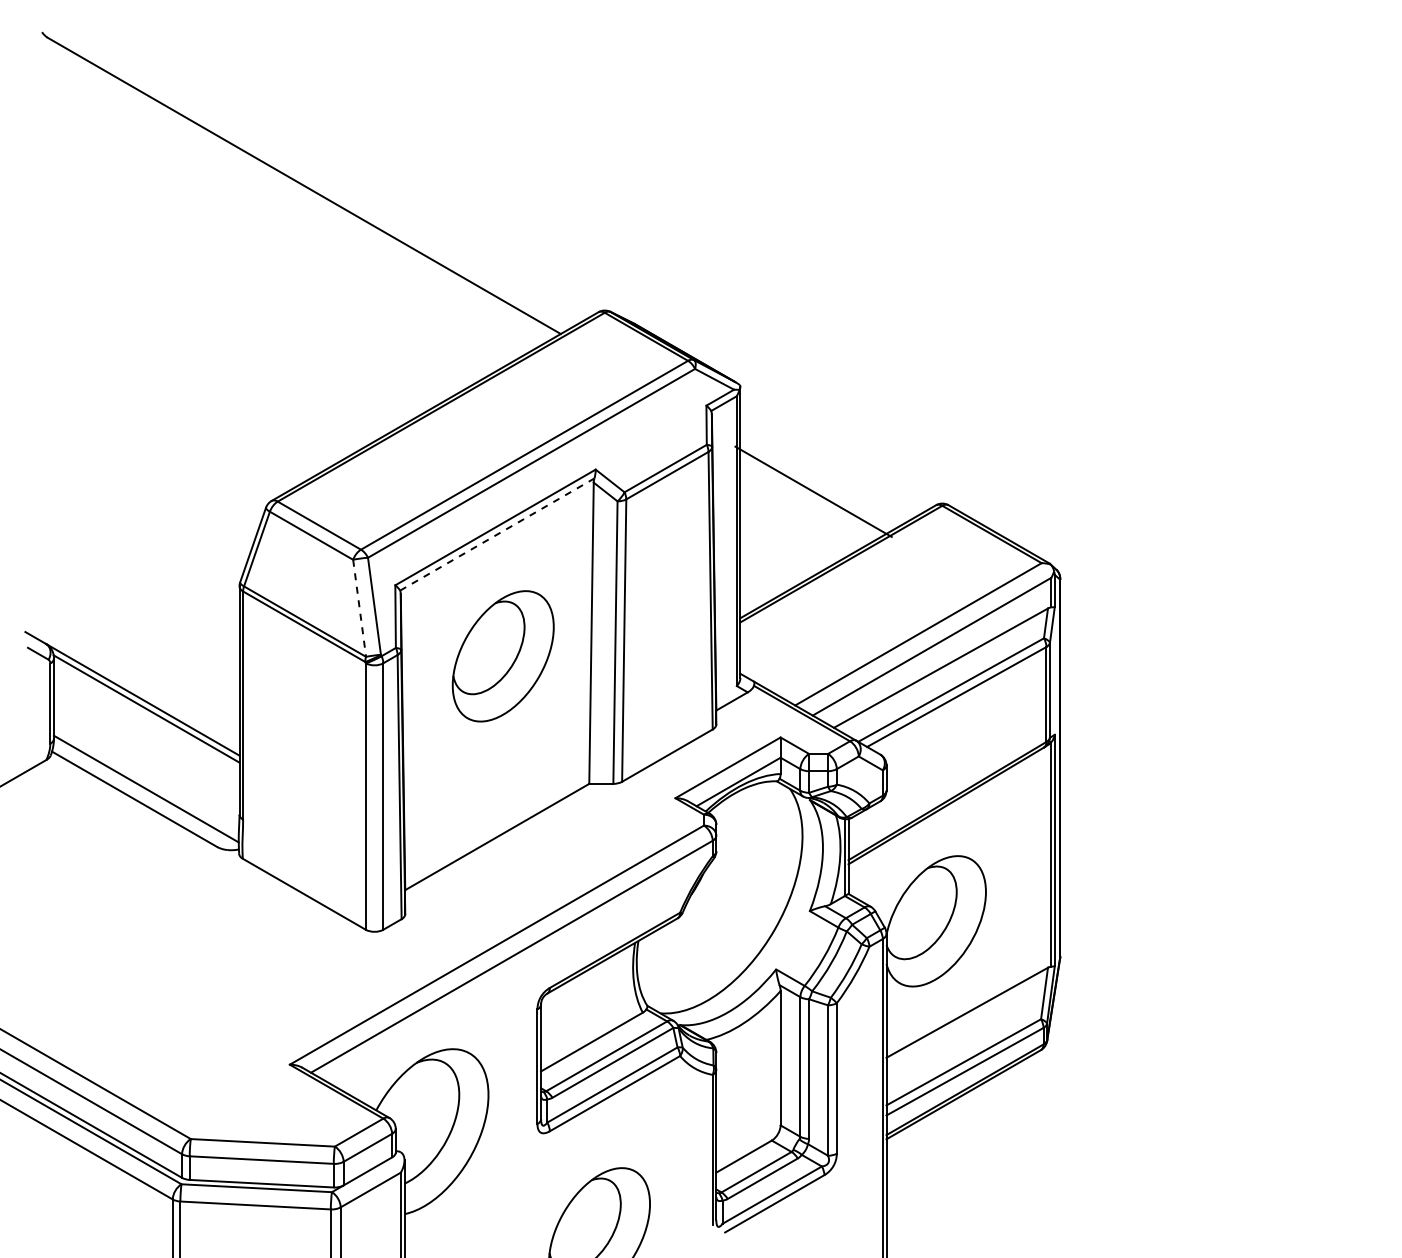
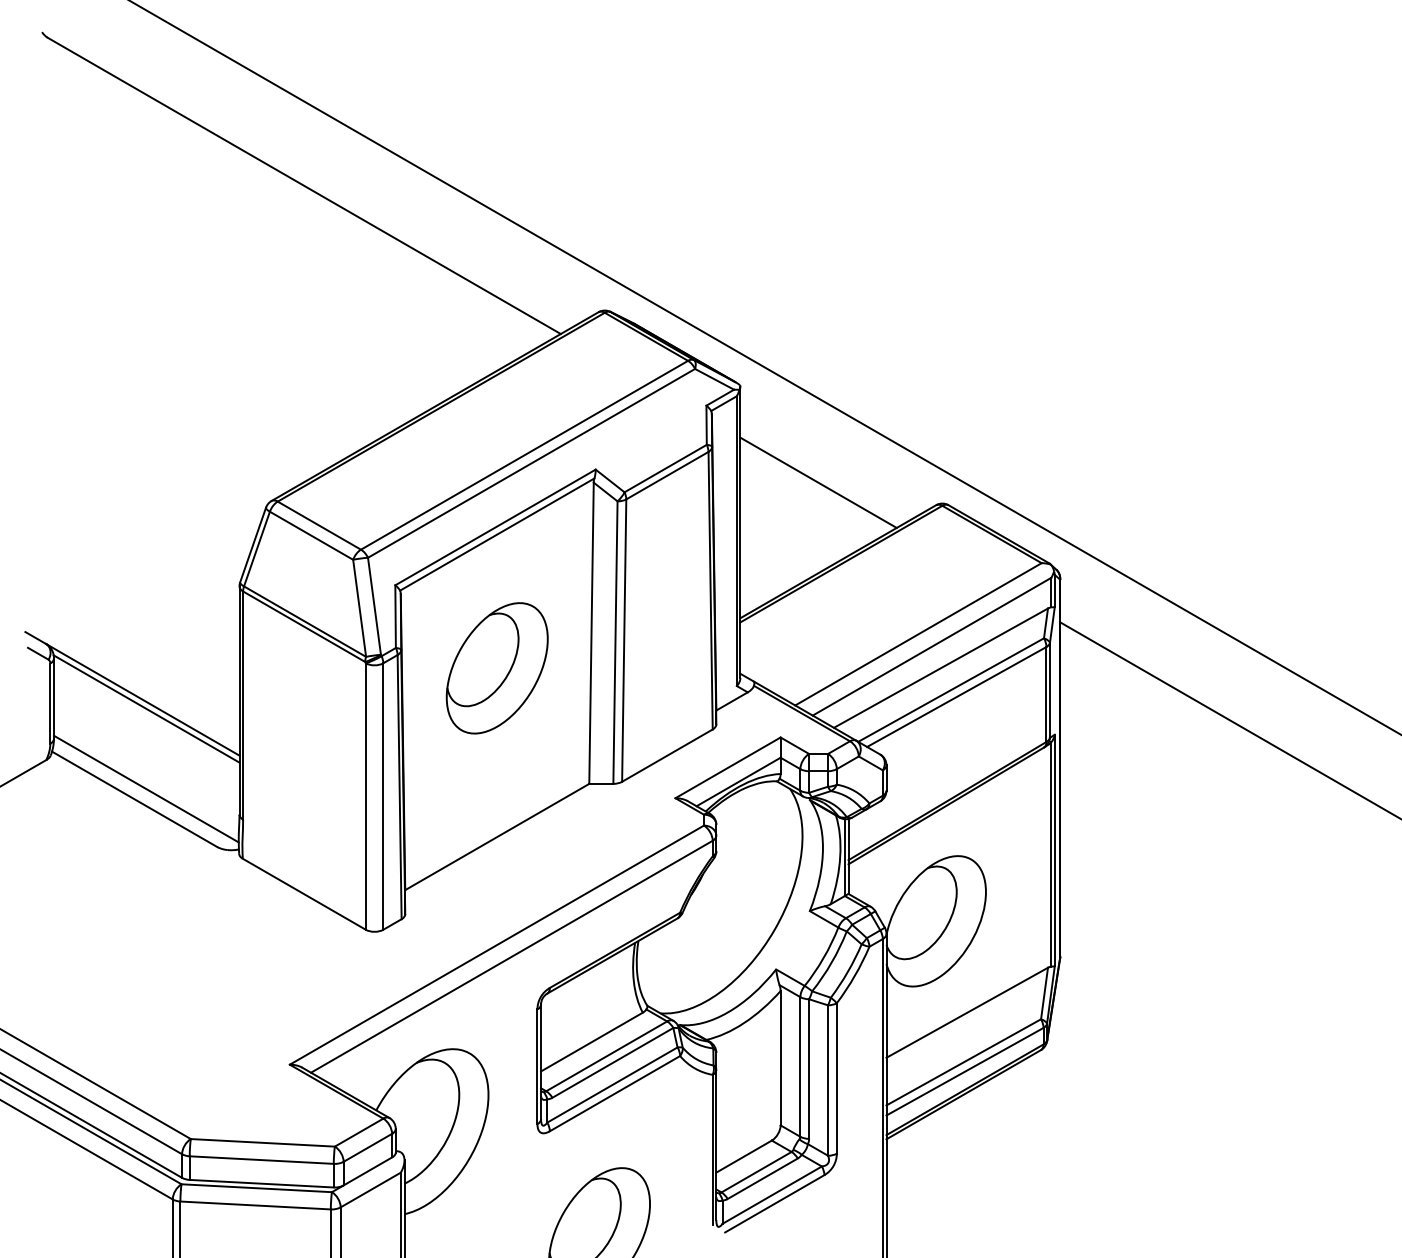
line at (765, 367): none -> present
line at (813, 491) position: (813, 491) -> (818, 482)
line at (497, 534): dashed -> solid
line at (359, 608): dashed -> solid
part at (502, 656) position: (502, 656) -> (496, 668)
line at (1229, 719): none -> present
